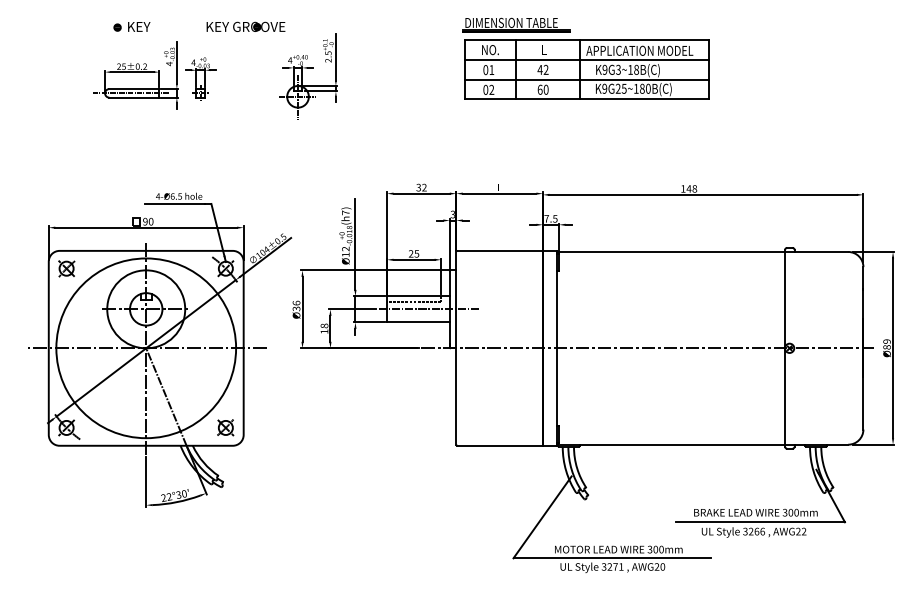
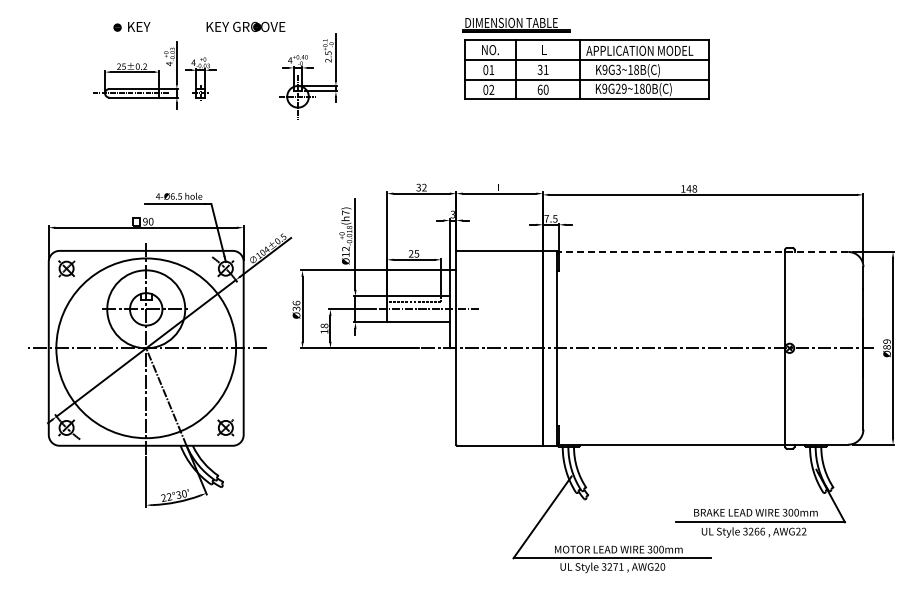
text at (542, 69): 42 -> 31
text at (623, 88): K9G25~180B(C) -> K9G29~180B(C)
line at (702, 251): solid -> dashed
